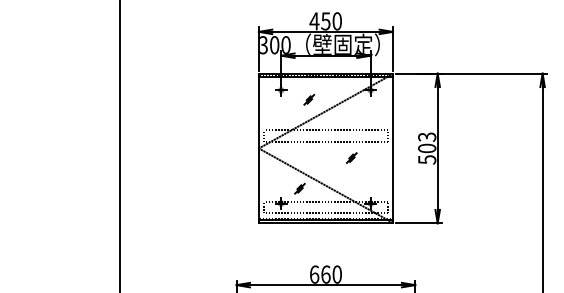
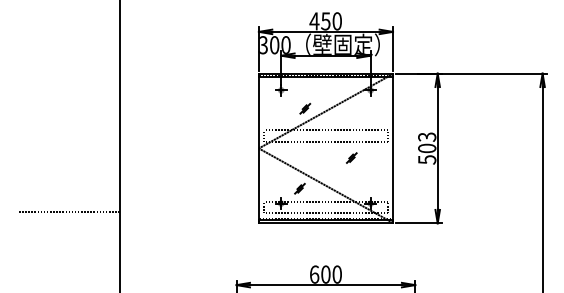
part at (309, 99) position: (309, 99) -> (305, 108)
line at (67, 212): none -> present
text at (325, 274): 660 -> 600
